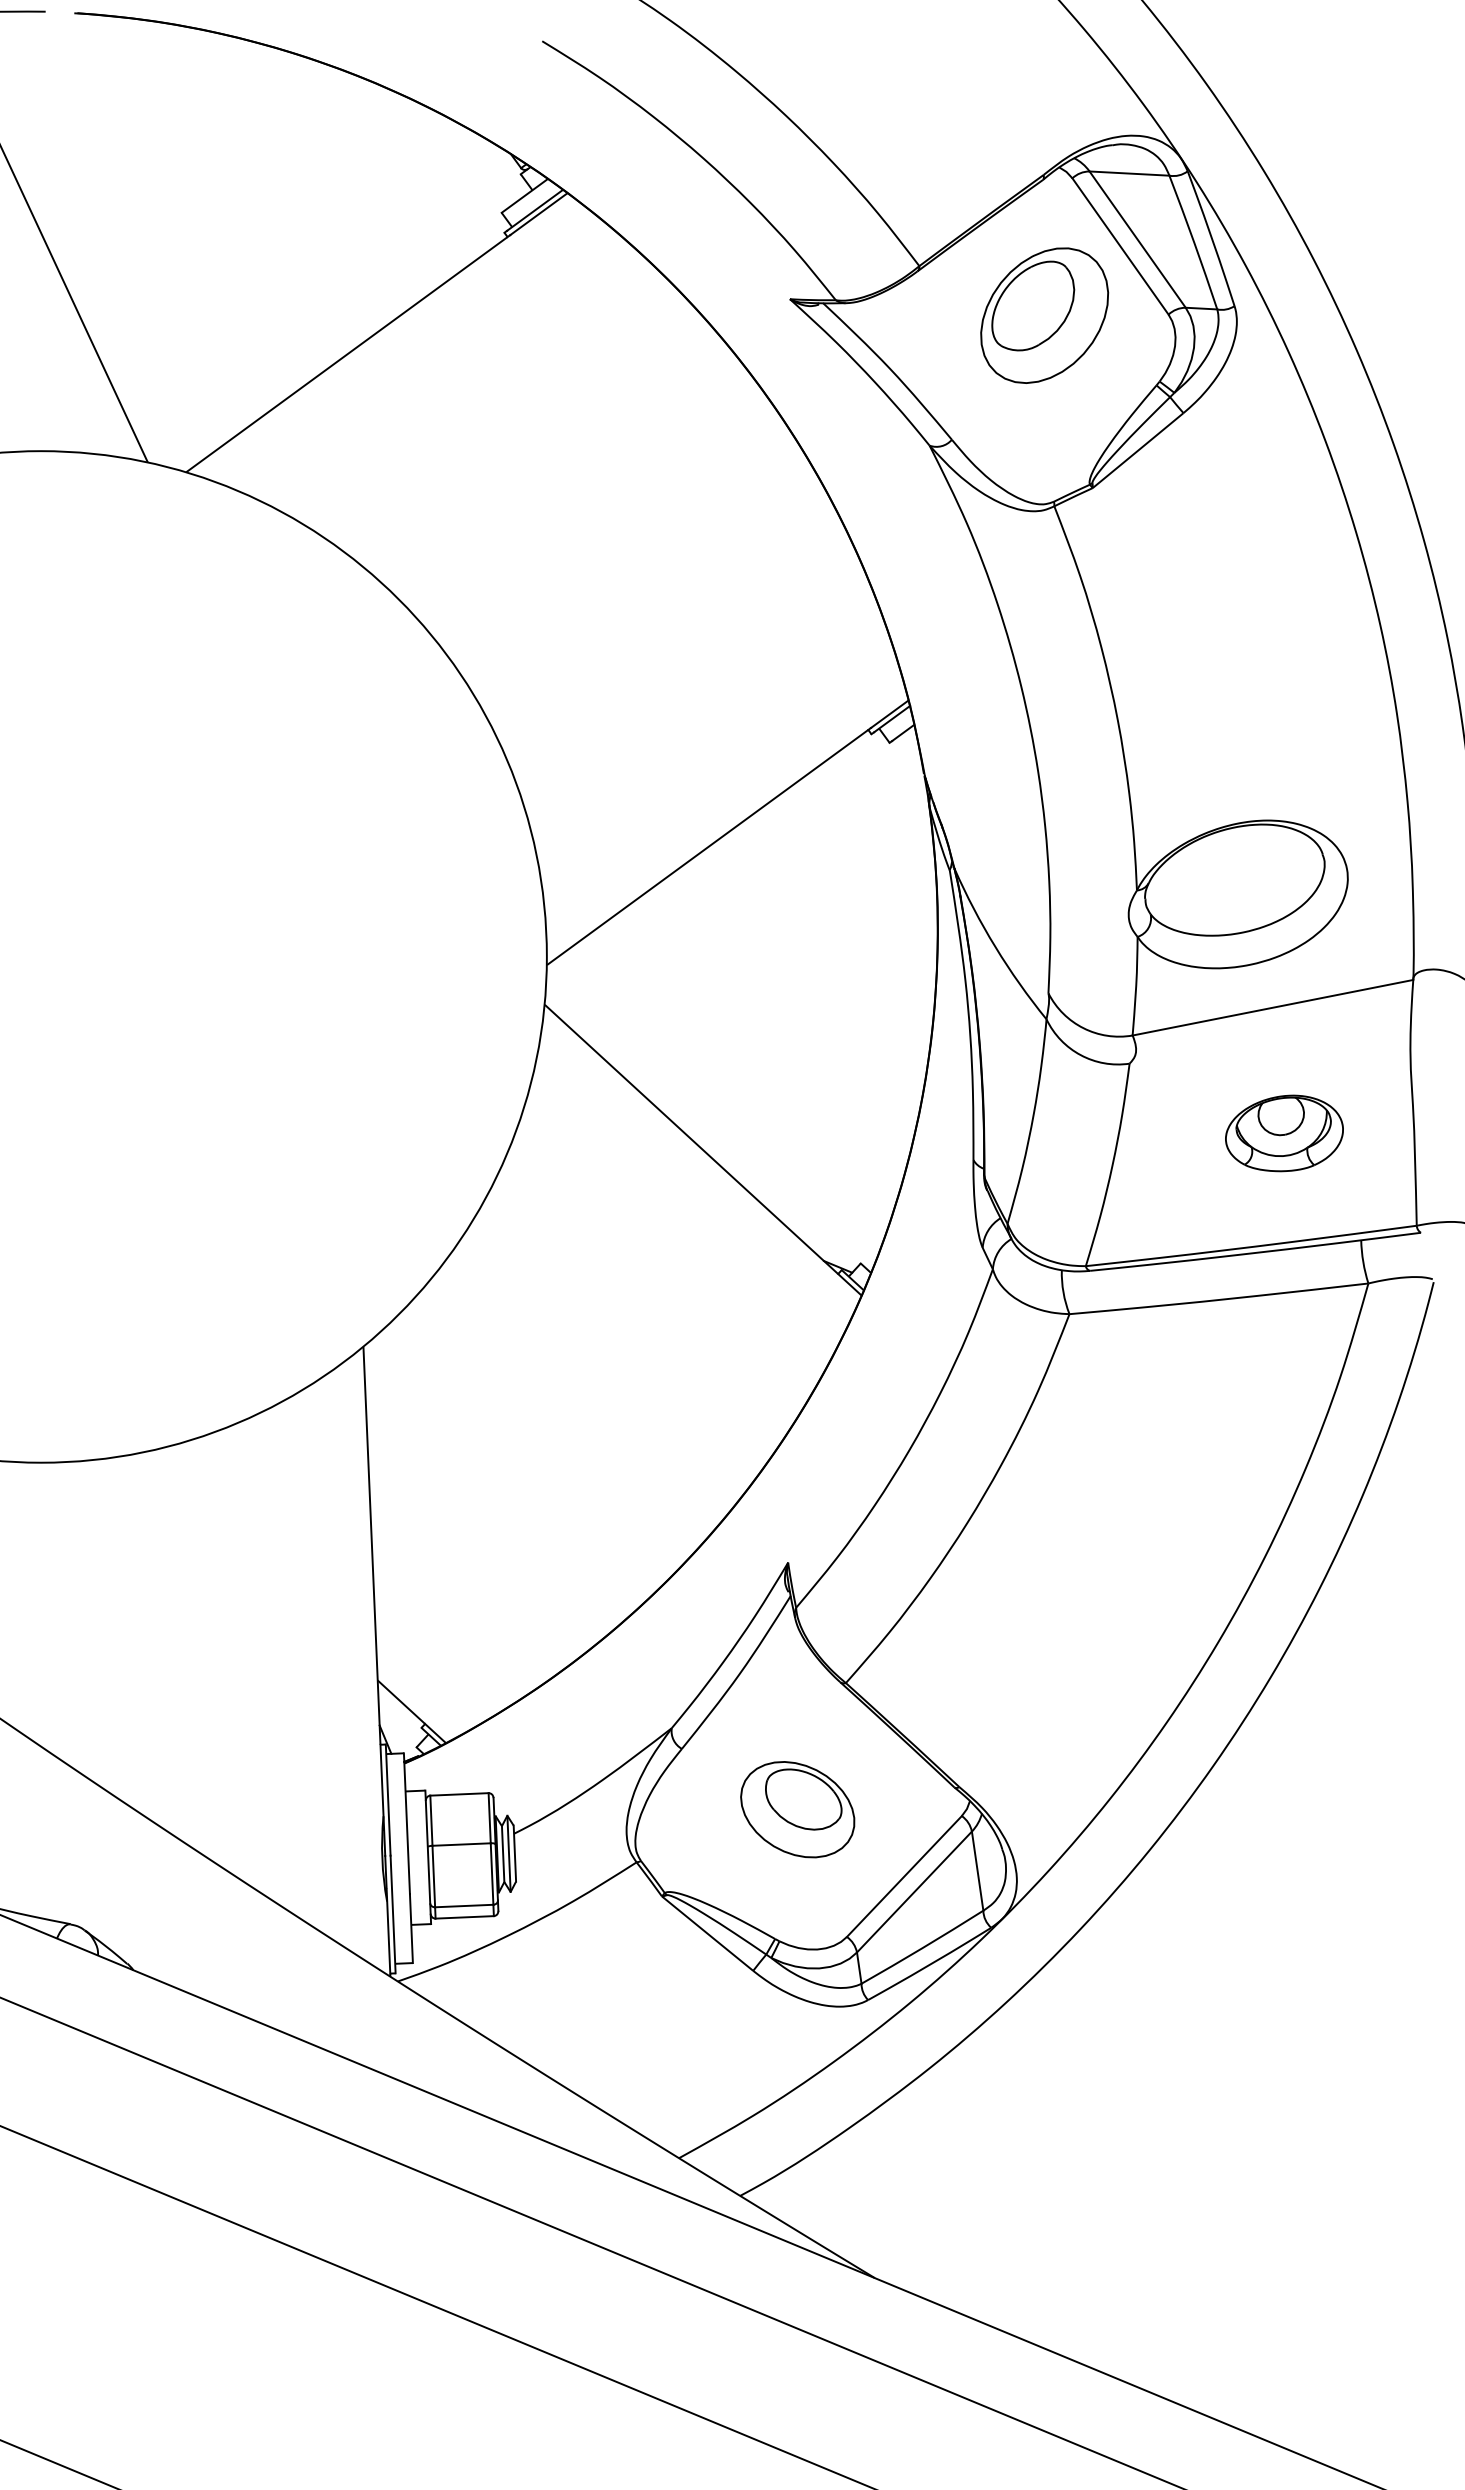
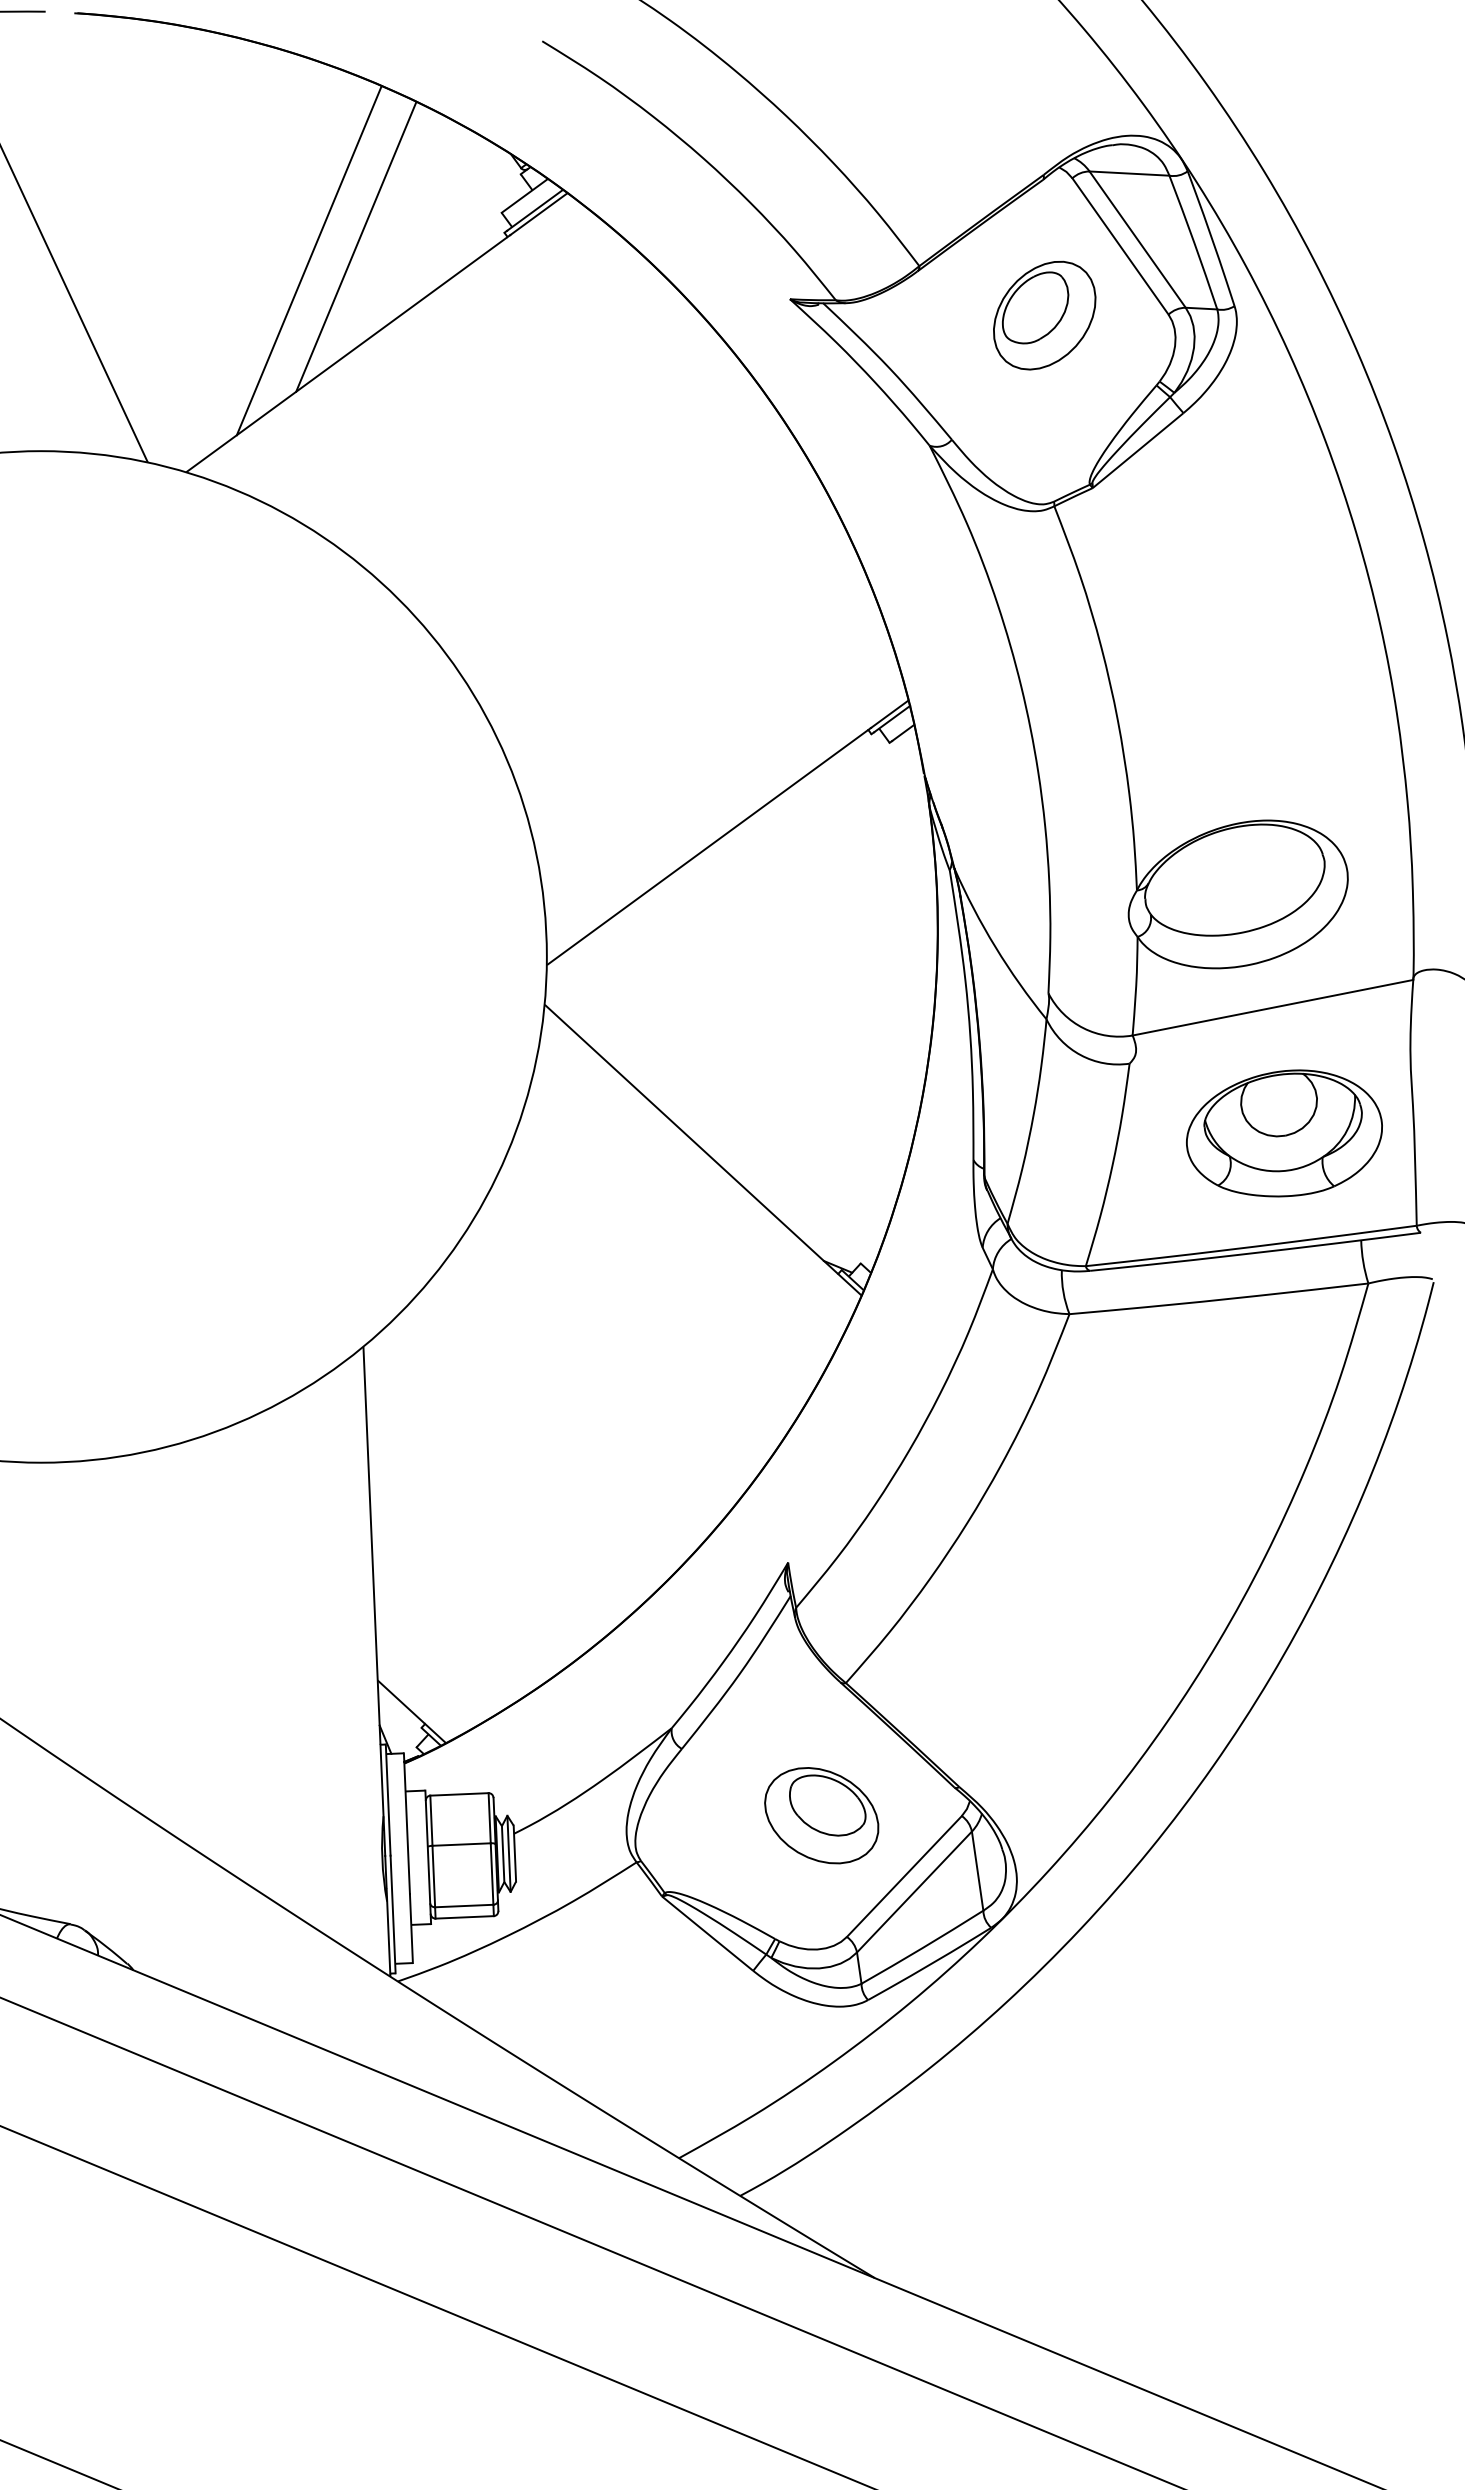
line at (356, 246): none -> present
line at (308, 260): none -> present
part at (1044, 315) size: 130x137 px -> 104x111 px
part at (1284, 1133) size: 119x79 px -> 197x129 px
part at (797, 1809) position: (797, 1809) -> (821, 1815)
